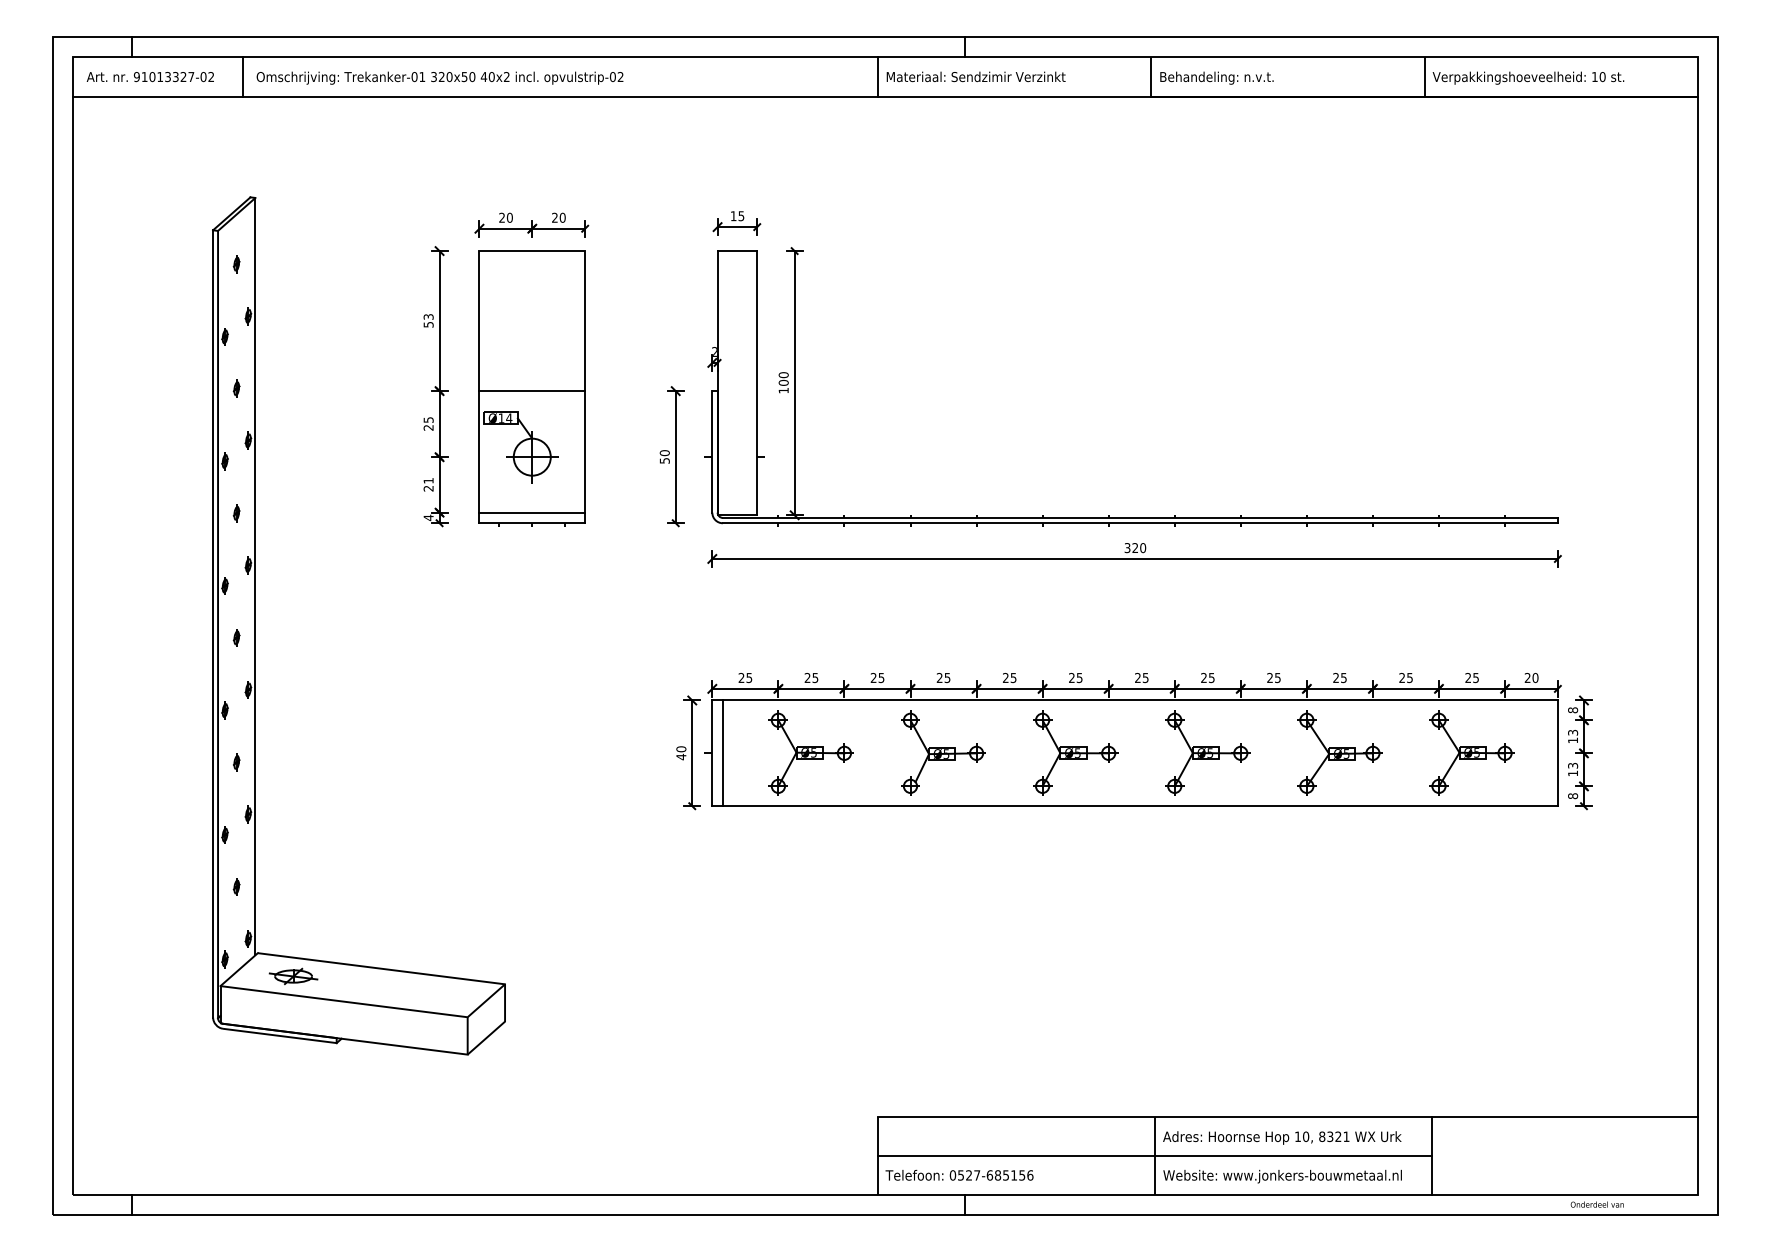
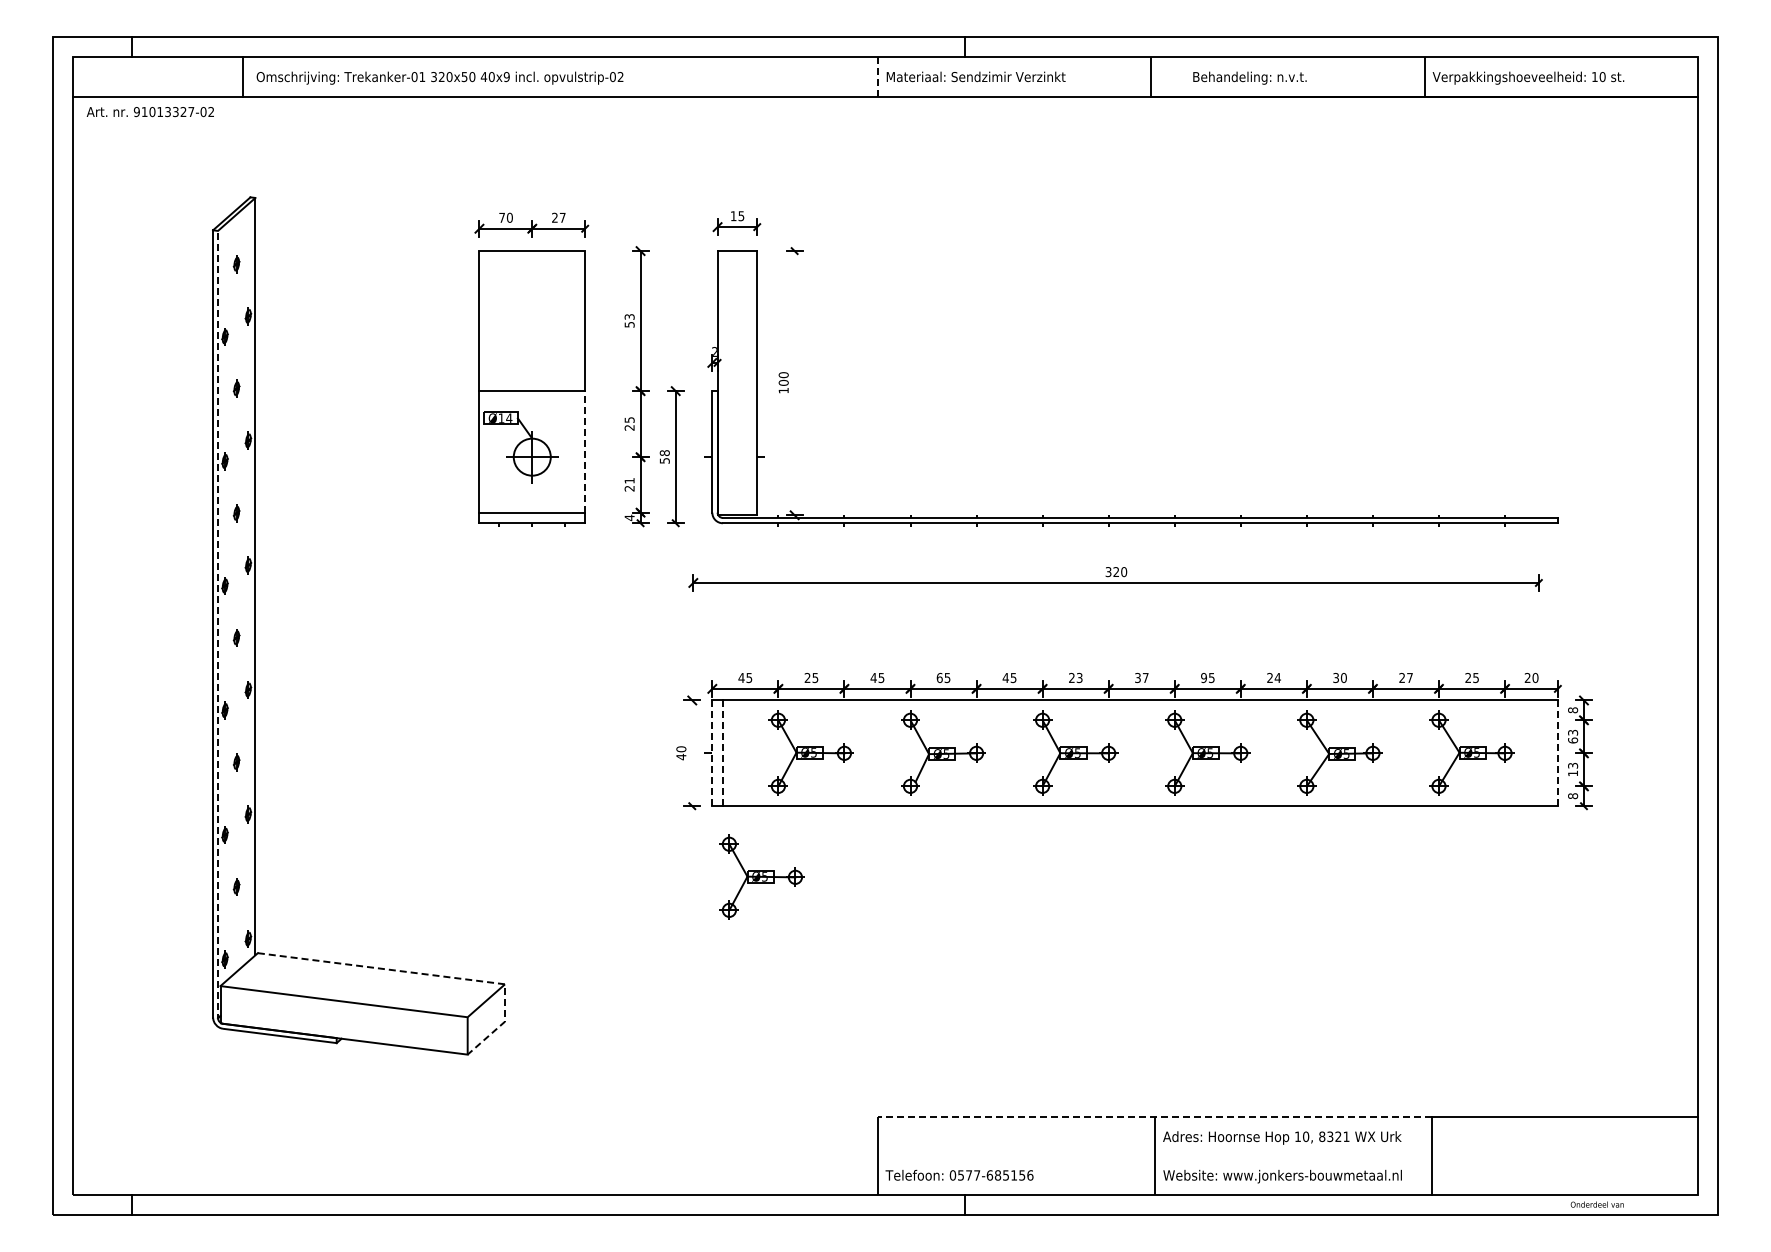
text at (149, 77) position: (149, 77) -> (149, 112)
text at (506, 77): 40x2 -> 40x9
line at (877, 77): solid -> dashed
text at (1216, 77) position: (1216, 77) -> (1249, 77)
text at (501, 217): 20 -> 70
text at (562, 217): 20 -> 27
line at (794, 383): present -> none
part at (435, 386) position: (435, 386) -> (636, 386)
line at (585, 451): solid -> dashed
text at (664, 453): 50 -> 58
part at (1134, 555) position: (1134, 555) -> (1115, 579)
line at (218, 626): solid -> dashed
text at (1079, 676): 25 -> 23
text at (741, 677): 25 -> 45
text at (873, 677): 25 -> 45
text at (939, 677): 25 -> 65
text at (1005, 677): 25 -> 45
text at (1141, 678): 25 -> 37
text at (1203, 678): 25 -> 95
text at (1277, 678): 25 -> 24
text at (1339, 678): 25 -> 30
text at (1409, 678): 25 -> 27
text at (1573, 740): 13 -> 63
line at (692, 753): present -> none
line at (712, 753): solid -> dashed
line at (722, 753): solid -> dashed
line at (1557, 753): solid -> dashed
part at (761, 876): none -> present
line at (425, 974): solid -> dashed
part at (293, 976): present -> none
line at (1154, 1117): solid -> dashed
line at (1154, 1156): present -> none
text at (968, 1175): 0527-685156 -> 0577-685156
